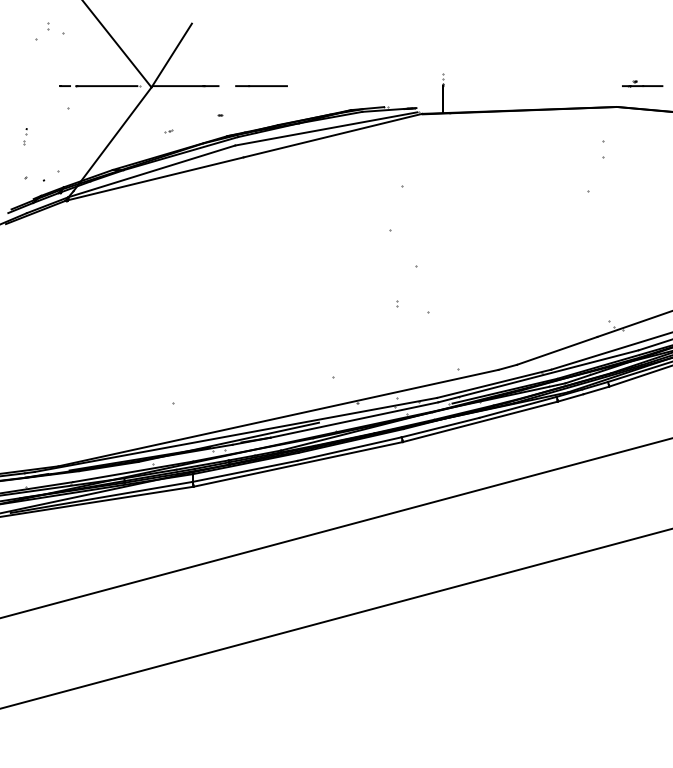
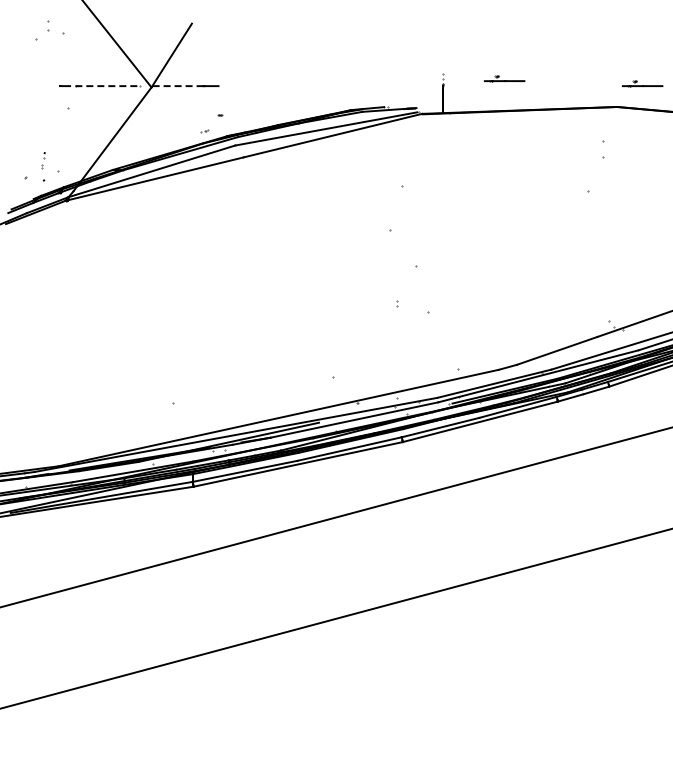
part at (48, 26) size: 3x9 px -> 3x12 px
part at (504, 78): none -> present
line at (107, 86): solid -> dashed
line at (178, 86): solid -> dashed
line at (261, 86): present -> none
part at (168, 131) position: (168, 131) -> (204, 131)
part at (25, 136) position: (25, 136) -> (43, 160)
line at (335, 528) position: (335, 528) -> (335, 517)
